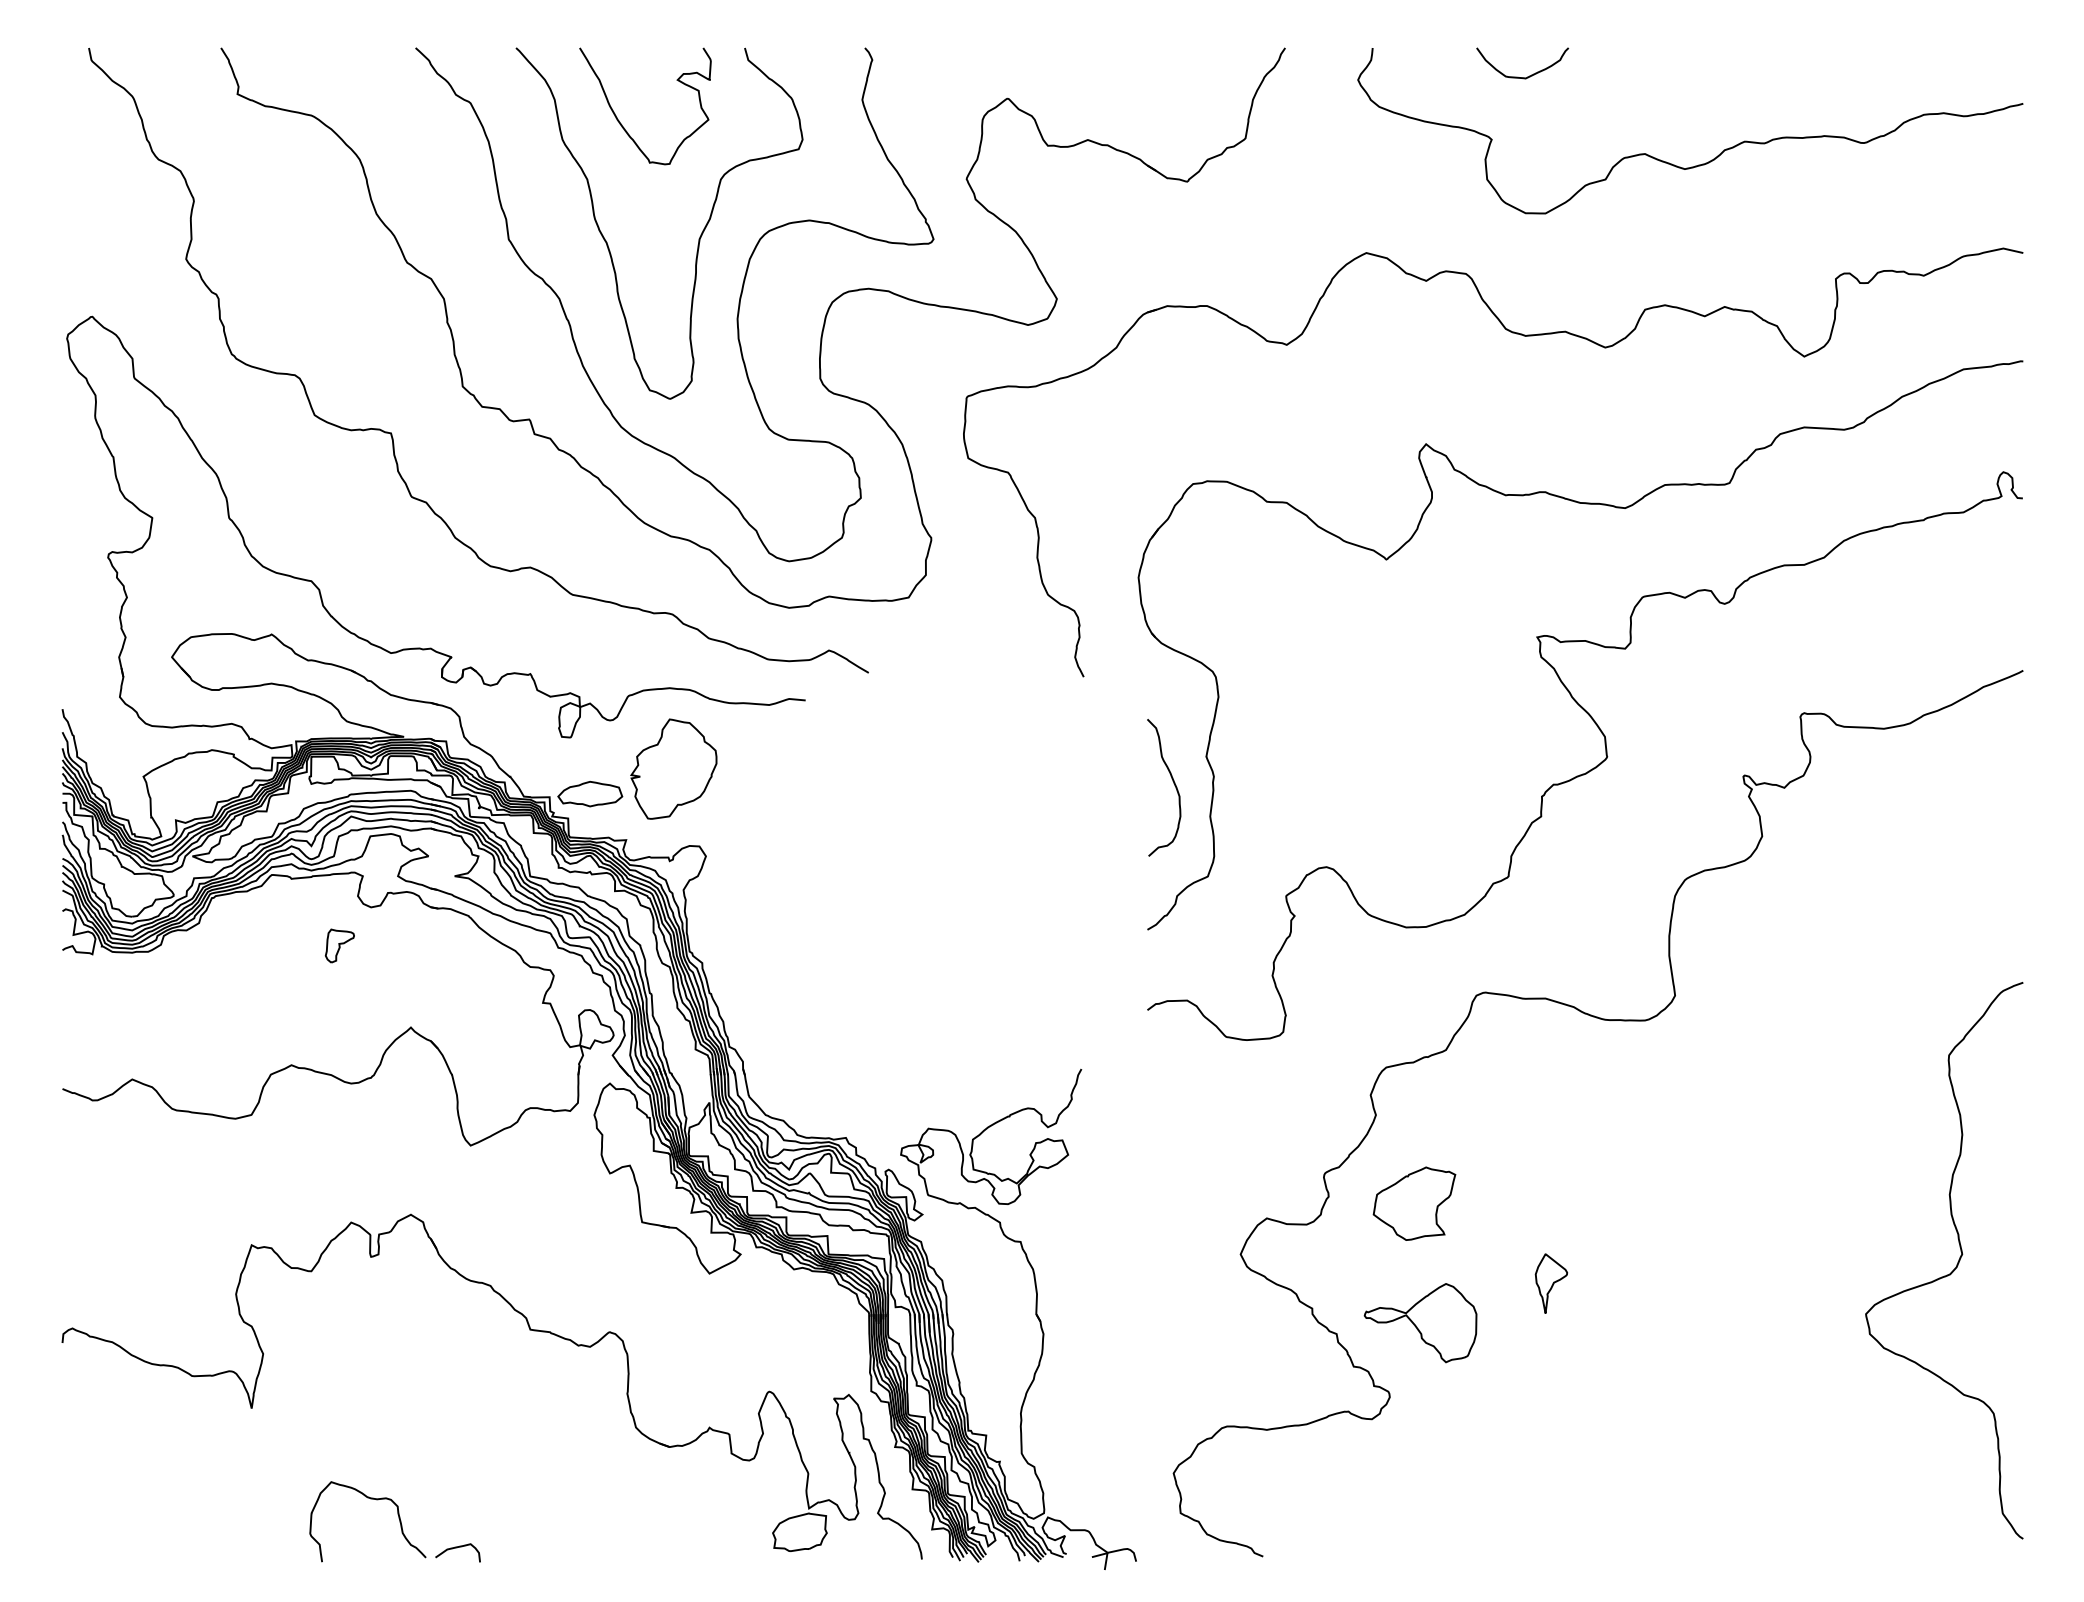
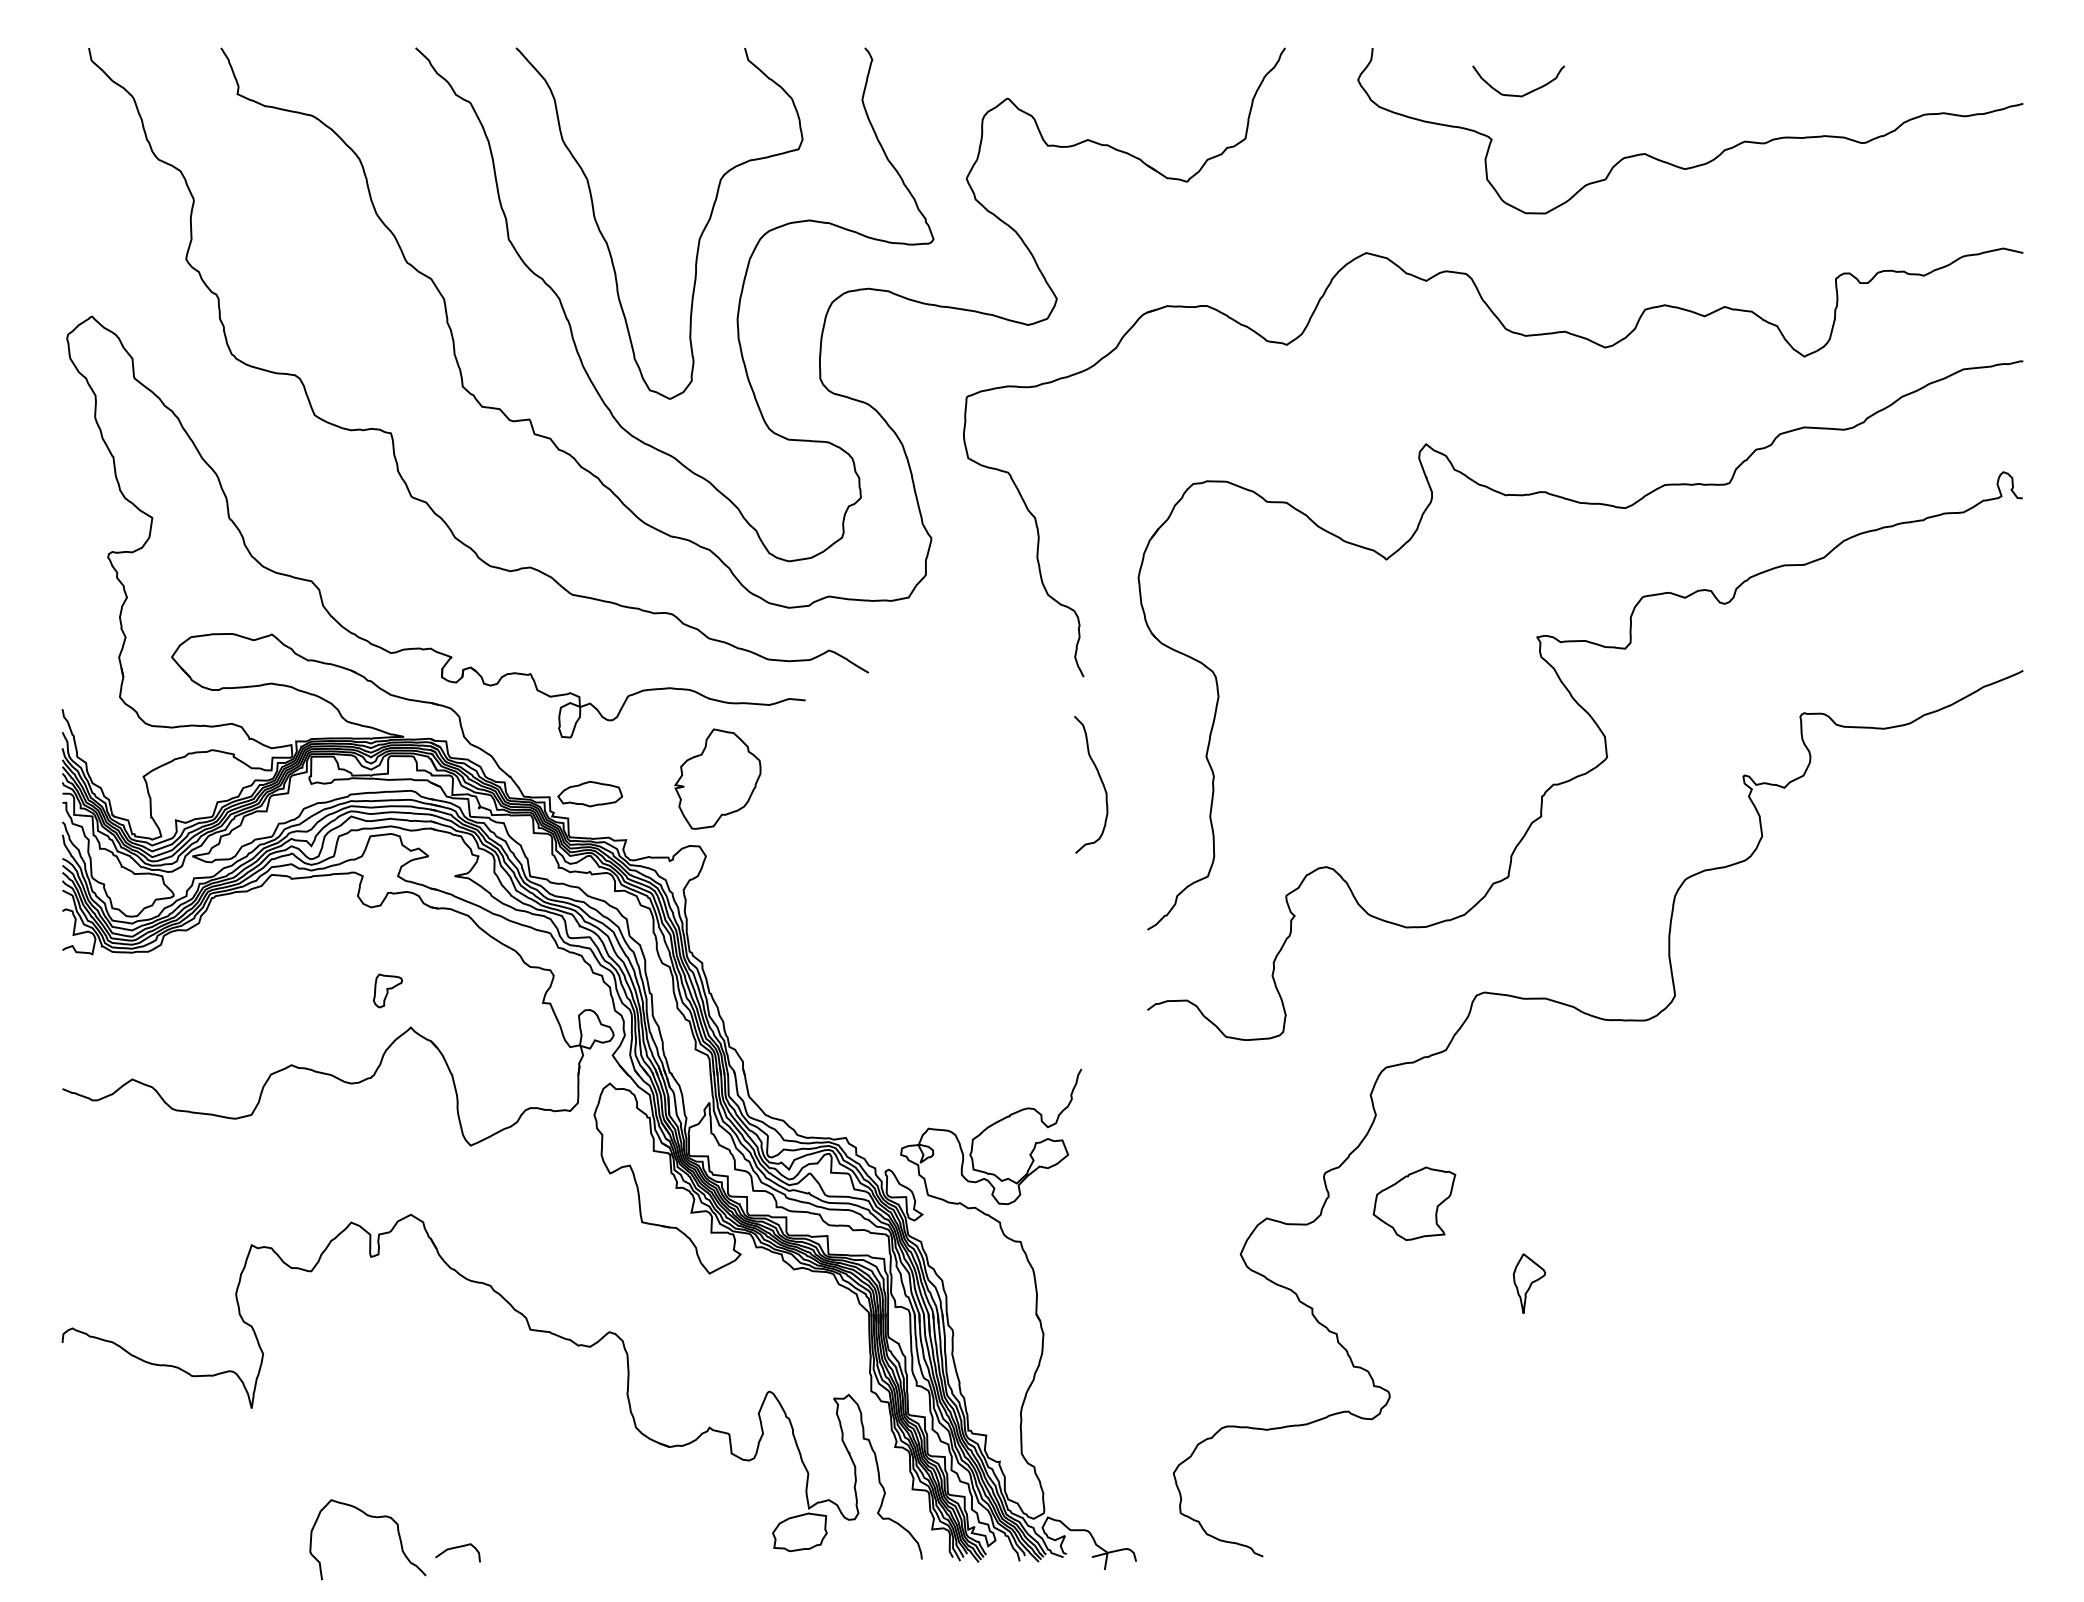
curve at (1518, 76) position: (1518, 76) -> (1514, 94)
curve at (622, 124): present -> none
part at (673, 768) position: (673, 768) -> (717, 778)
curve at (1173, 783) position: (1173, 783) -> (1100, 780)
part at (339, 945) position: (339, 945) -> (387, 990)
curve at (1955, 1266): present -> none
part at (1551, 1283) position: (1551, 1283) -> (1529, 1283)
part at (1420, 1323): present -> none
curve at (370, 1499) position: (370, 1499) -> (370, 1517)
